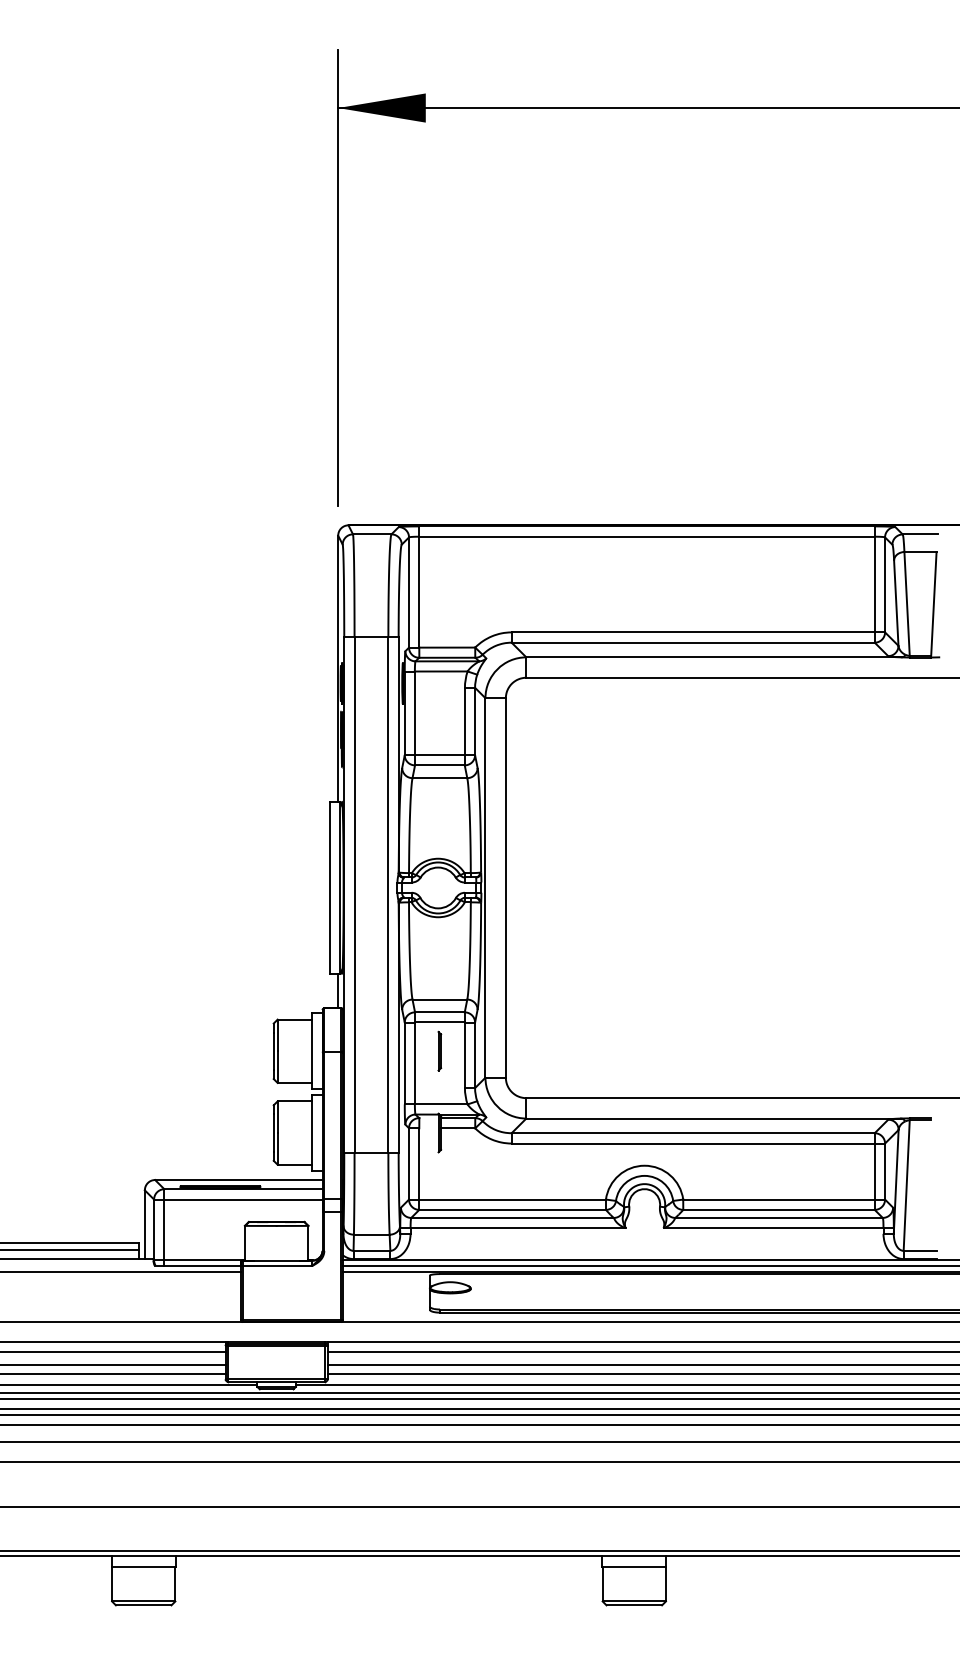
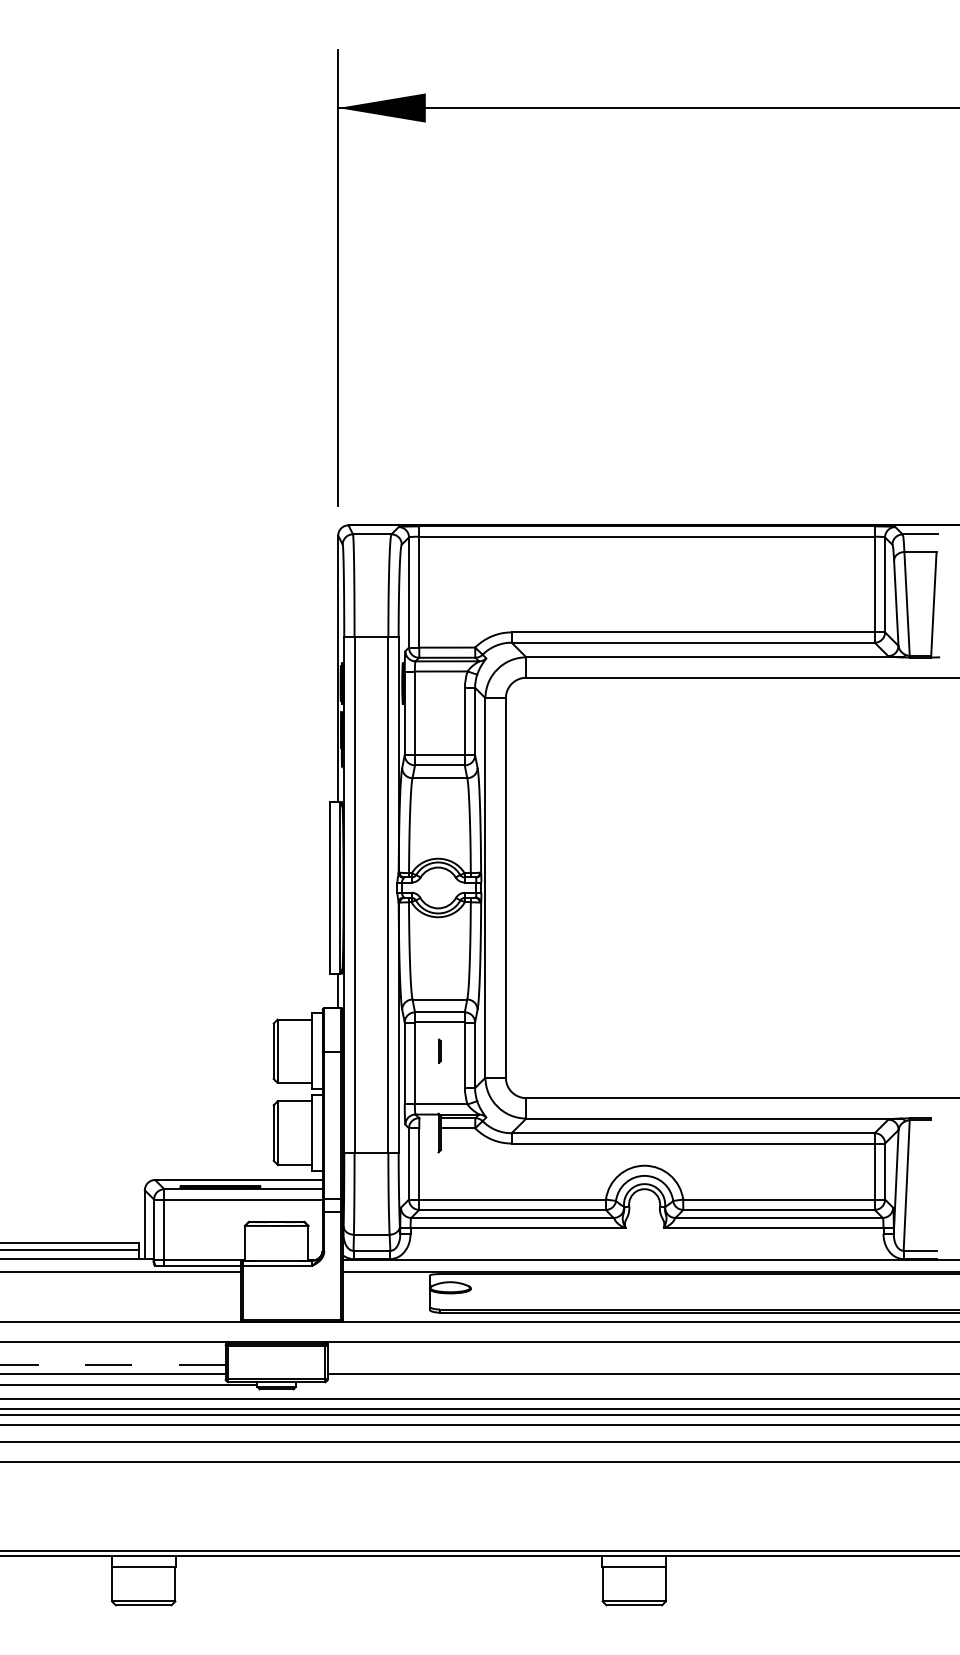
part at (439, 1050) size: 6x42 px -> 4x26 px
line at (649, 1265): present -> none
line at (113, 1351): present -> none
line at (641, 1351): present -> none
line at (112, 1365): solid -> dashed
line at (641, 1365): present -> none
line at (625, 1384): present -> none
line at (479, 1392): present -> none
line at (479, 1507): present -> none
